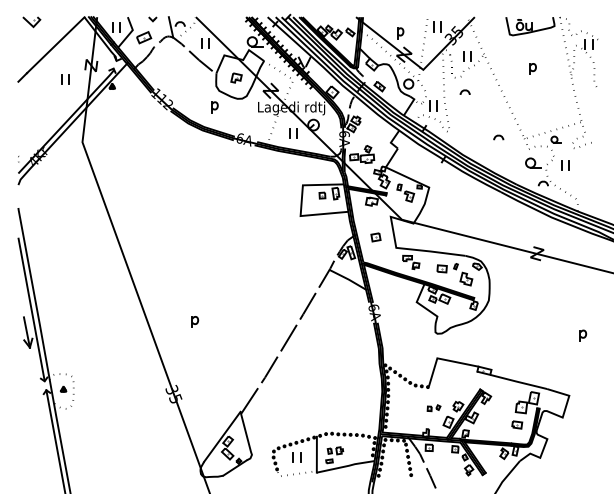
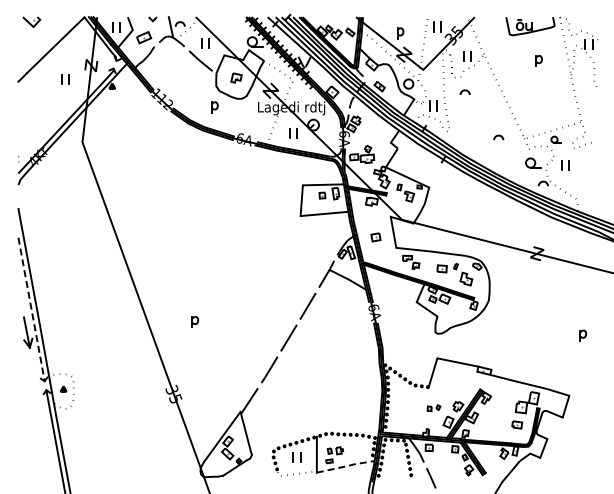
part at (532, 68) position: (532, 68) -> (538, 60)
line at (31, 310): solid -> dashed
line at (347, 466): solid -> dashed
